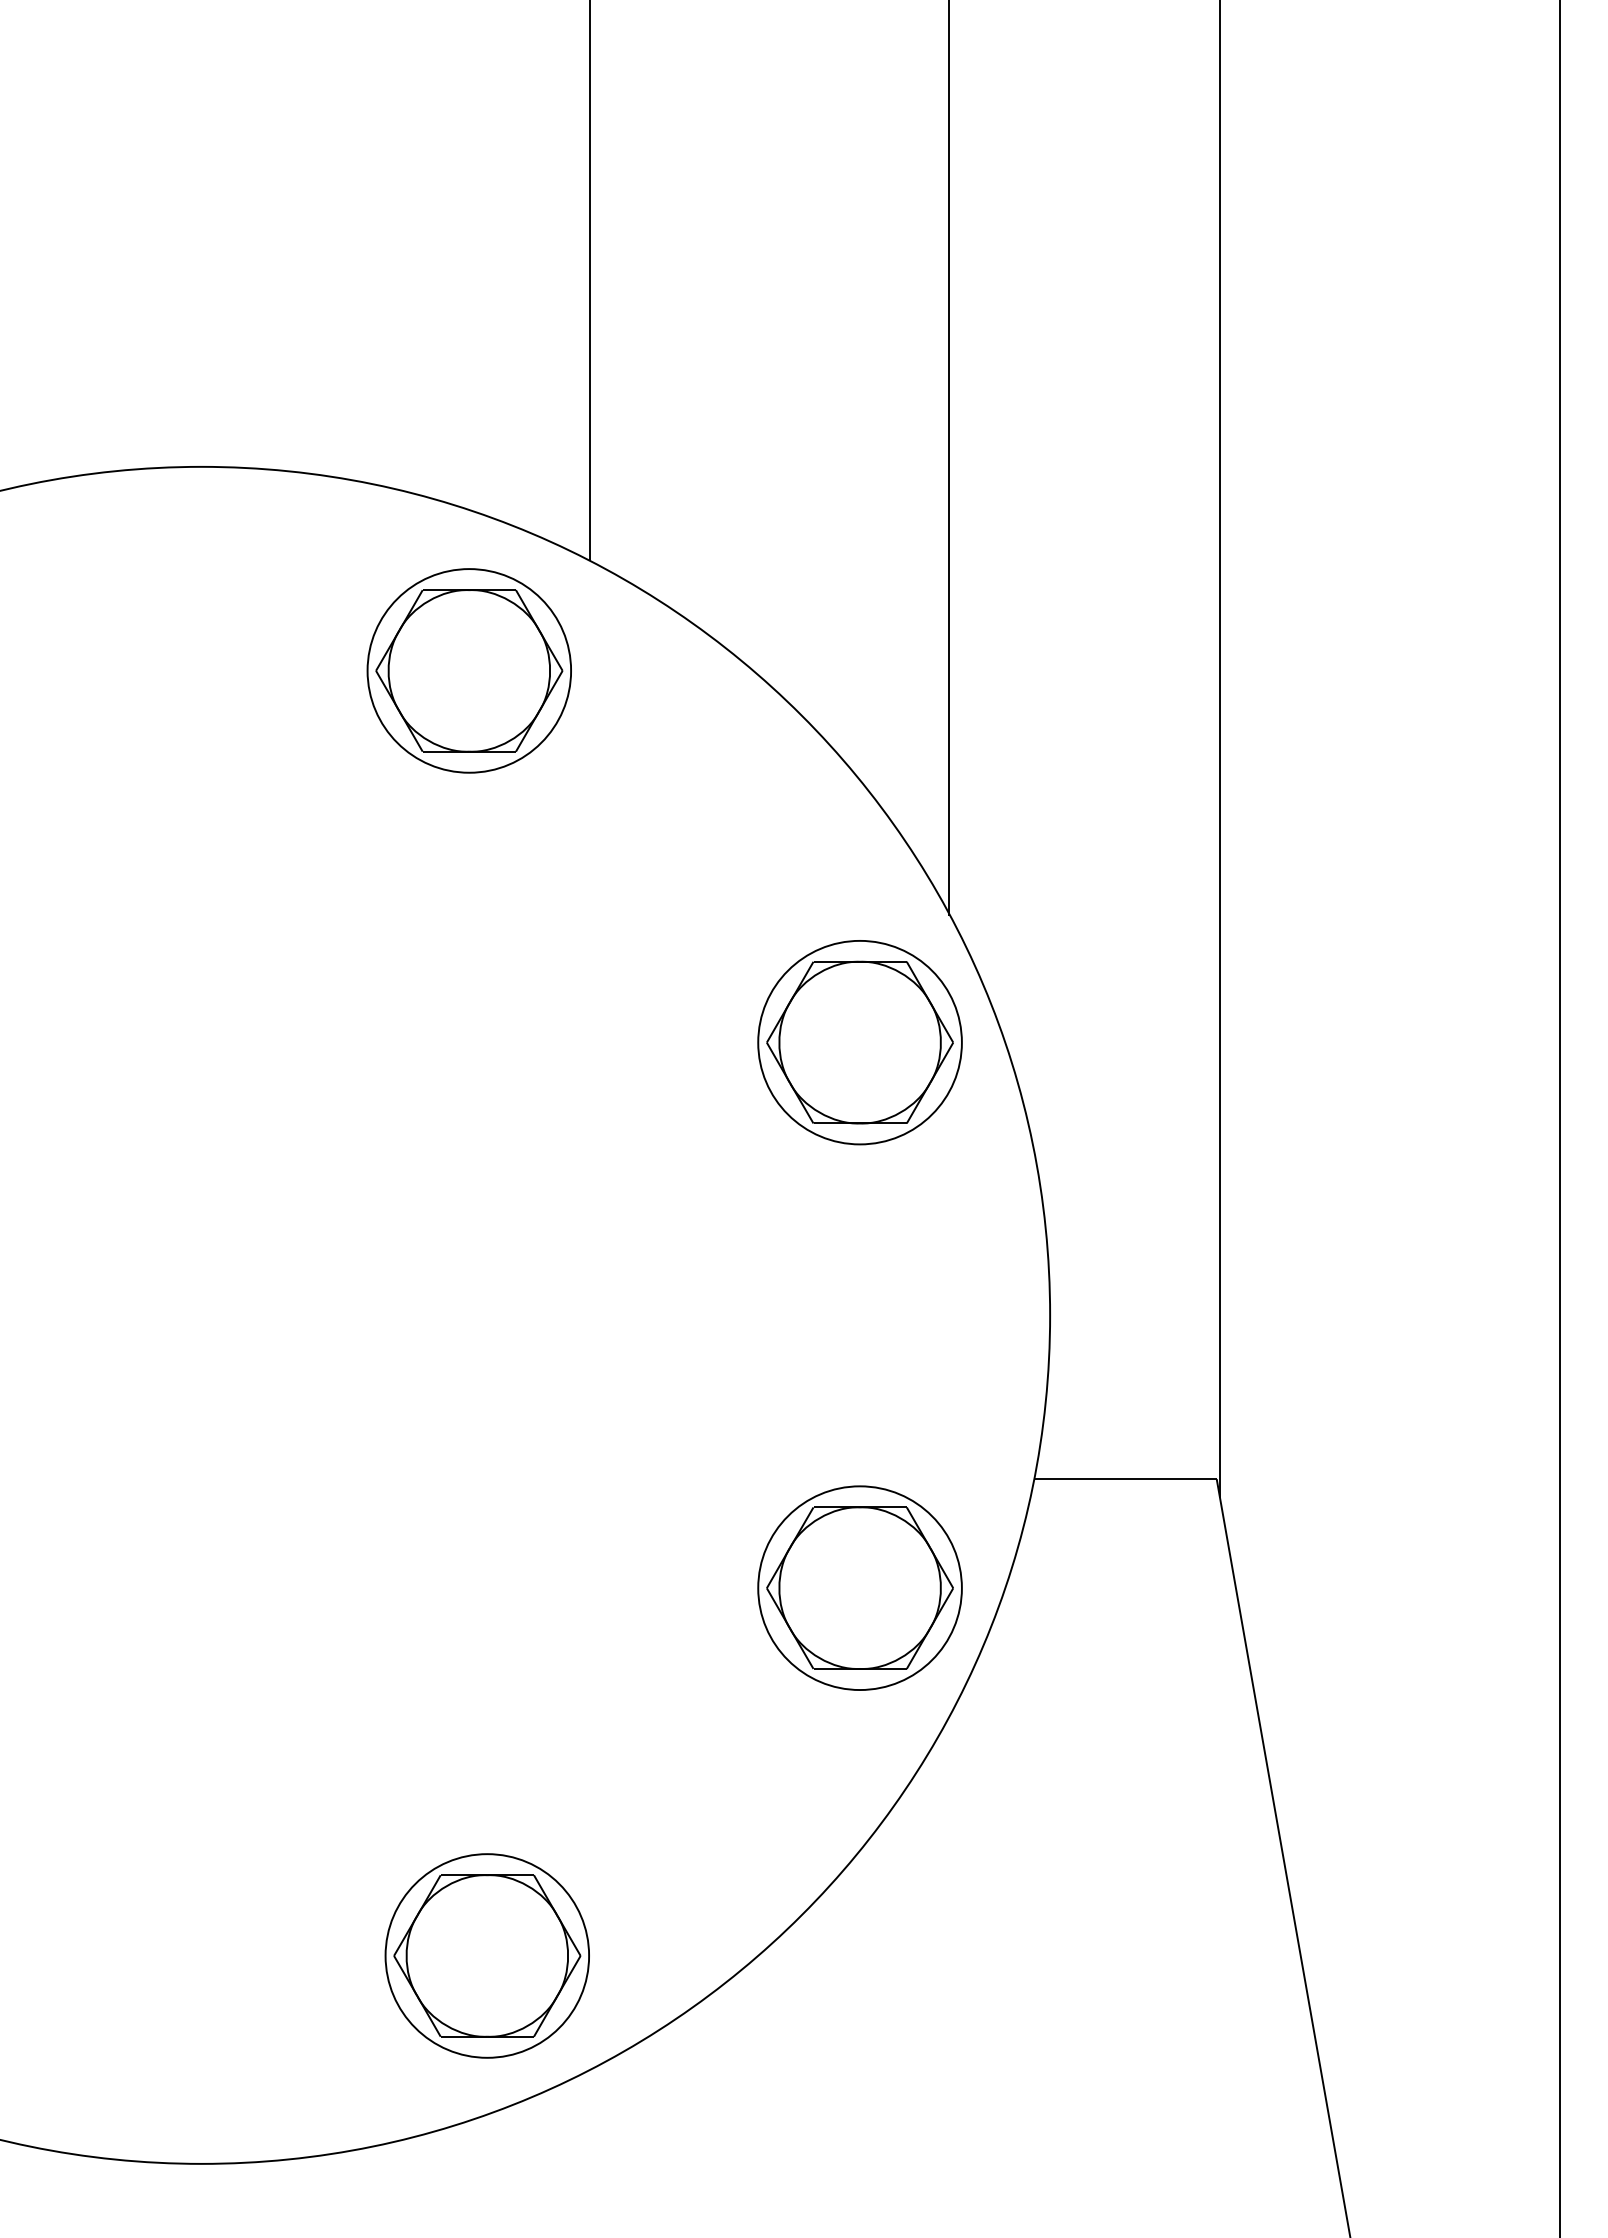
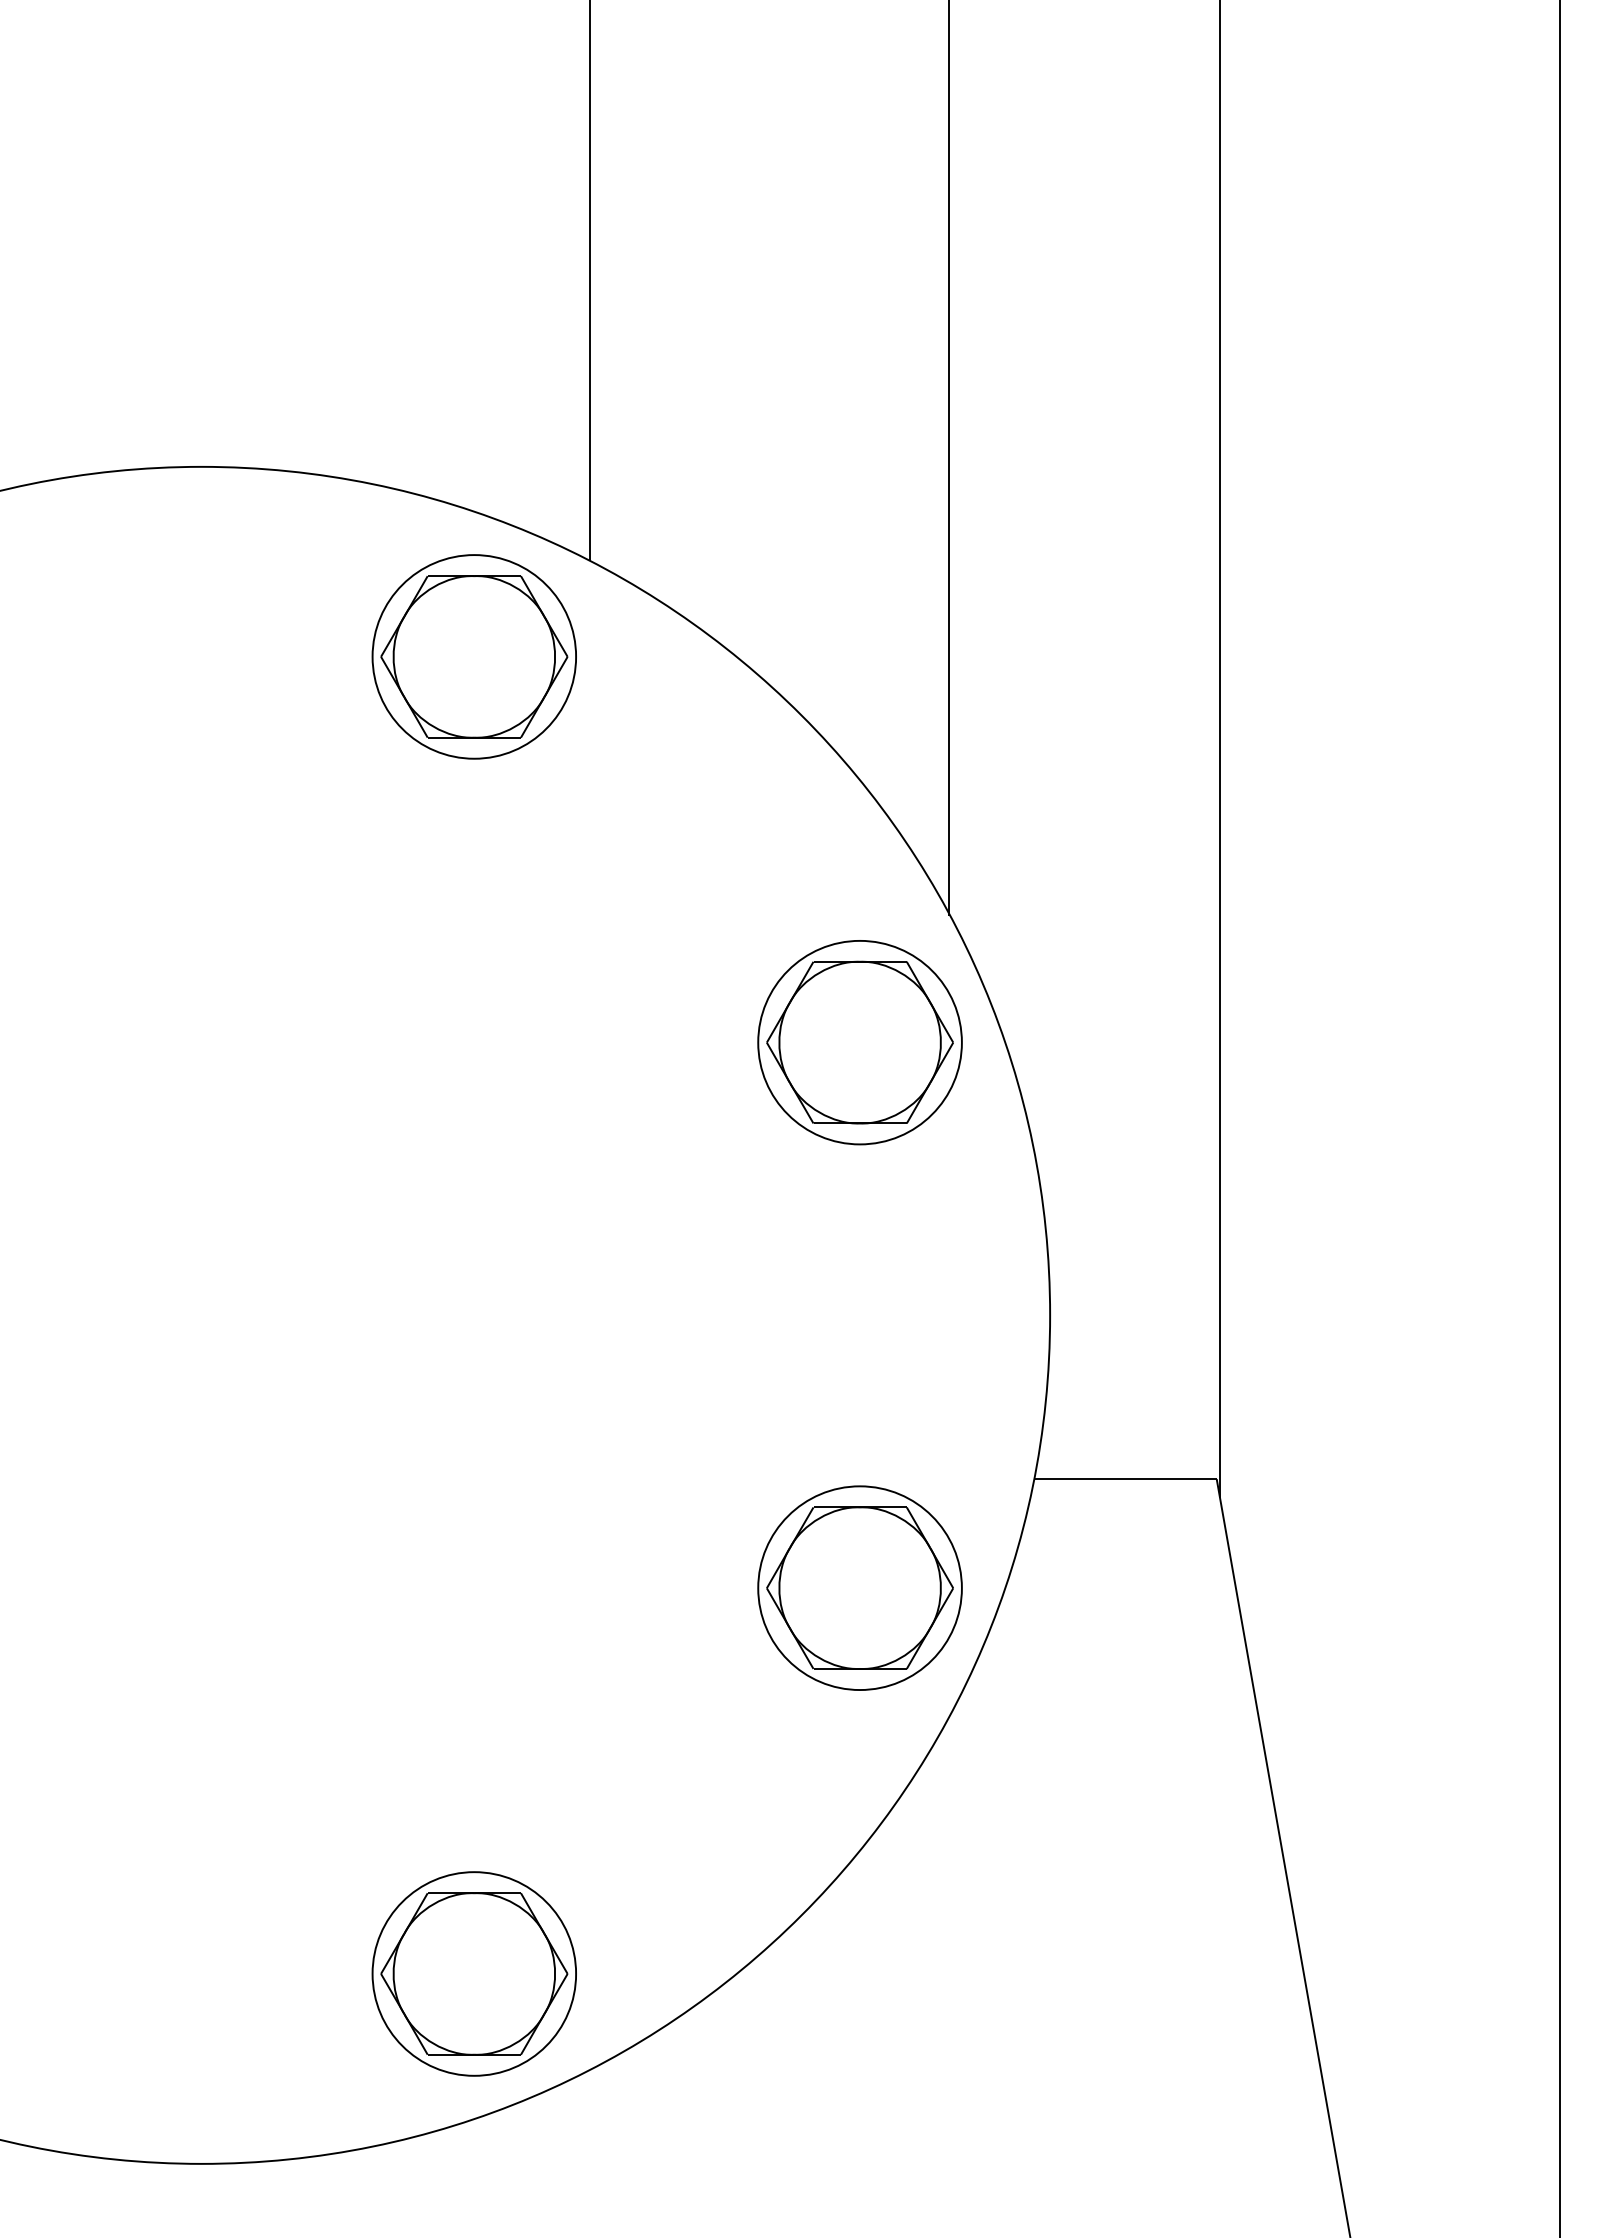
part at (468, 670) position: (468, 670) -> (473, 656)
part at (486, 1955) position: (486, 1955) -> (473, 1973)
